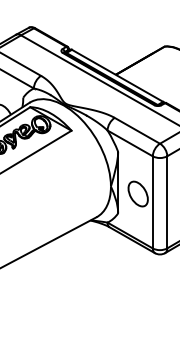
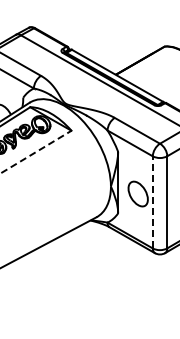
line at (36, 151): solid -> dashed
line at (152, 201): solid -> dashed
